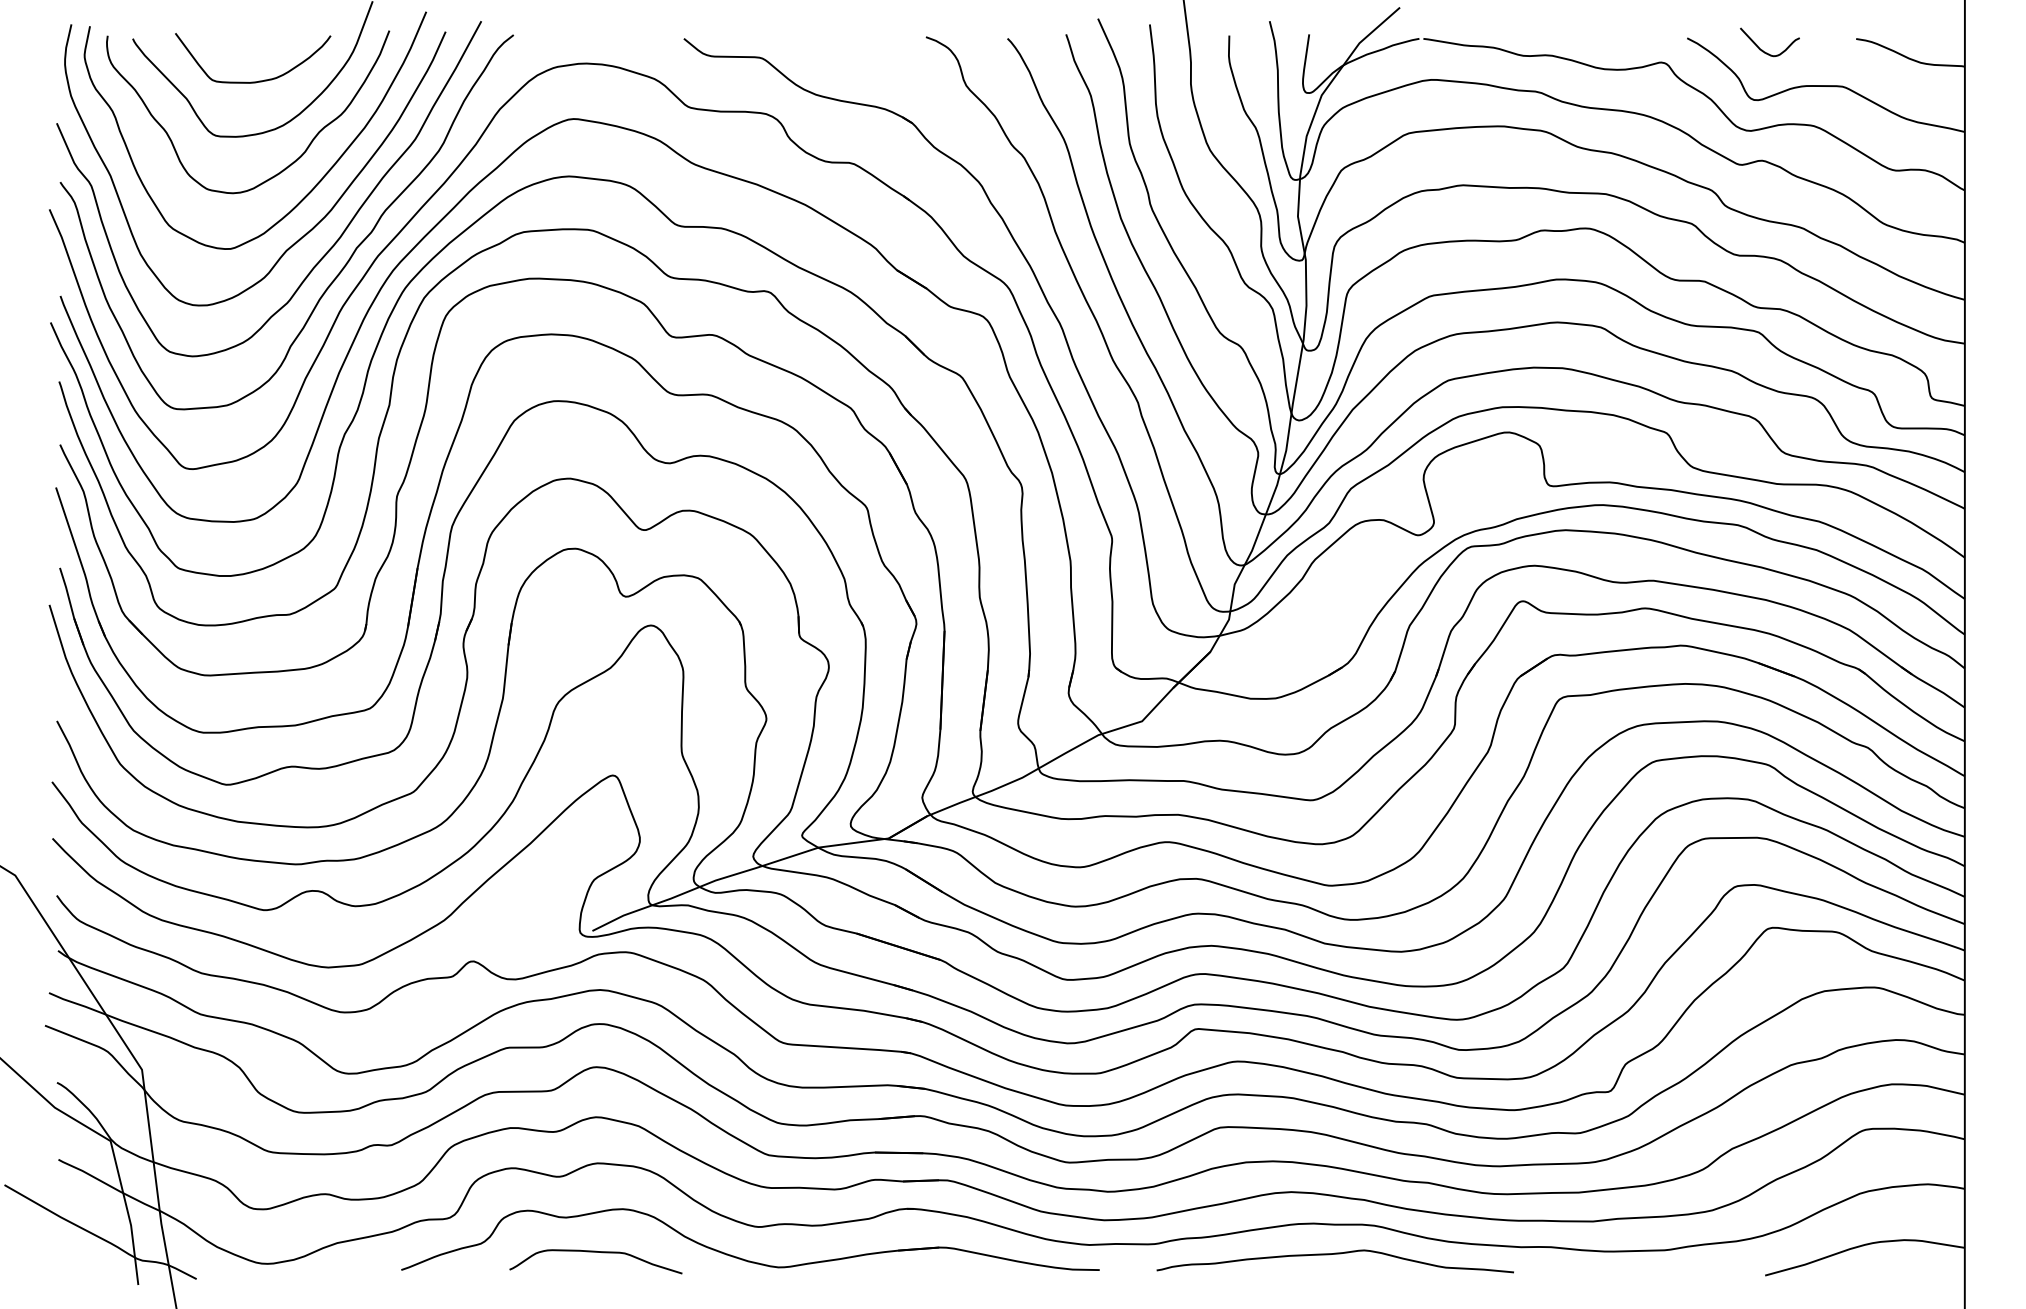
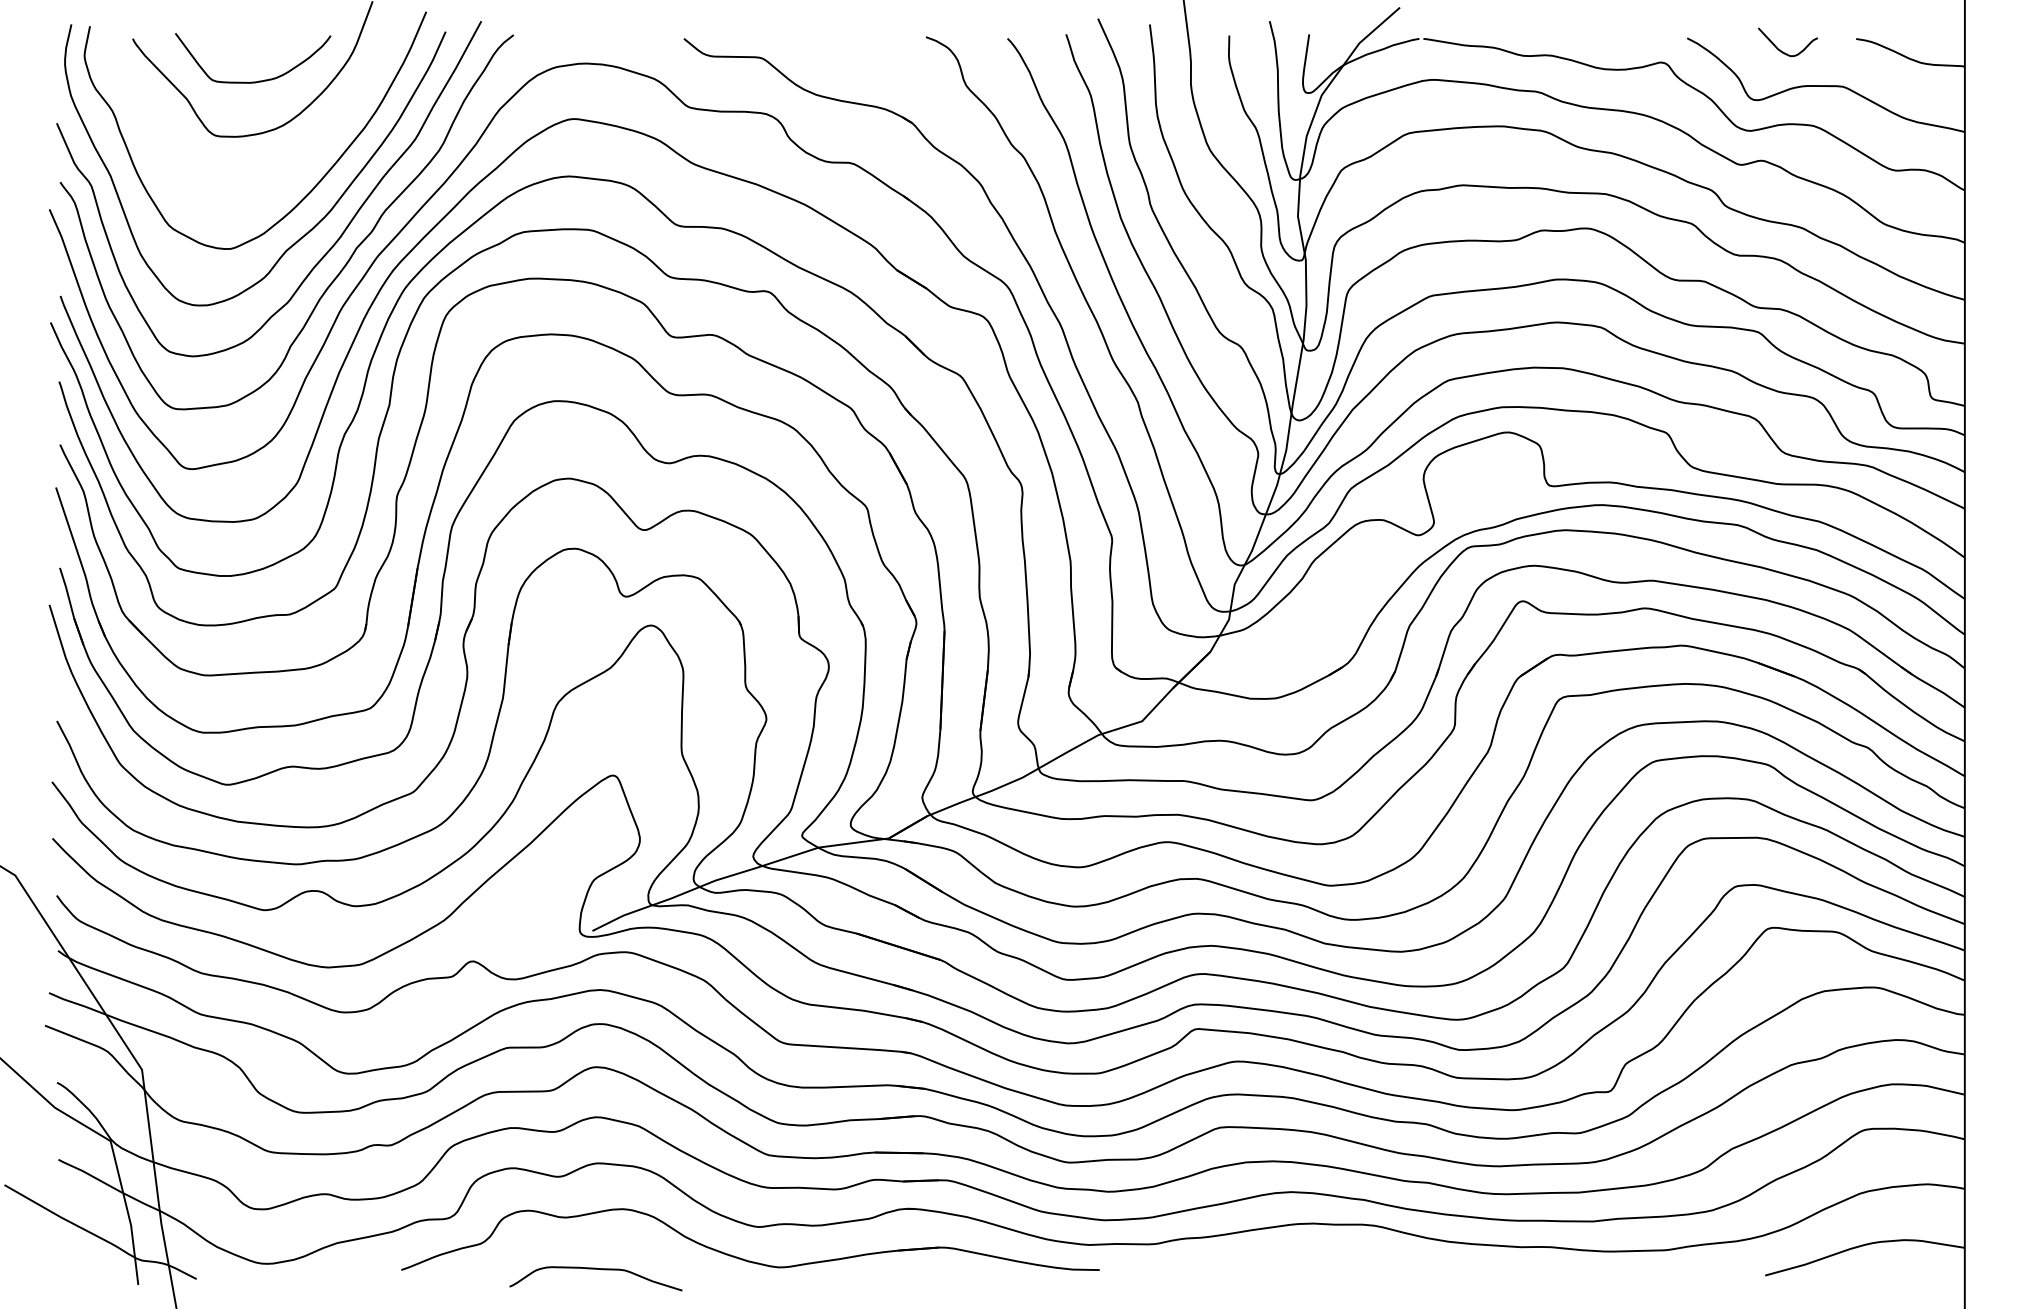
curve at (1765, 51) position: (1765, 51) -> (1783, 51)
curve at (290, 163): present -> none
curve at (595, 1252) position: (595, 1252) -> (595, 1269)
curve at (1334, 1254): present -> none
